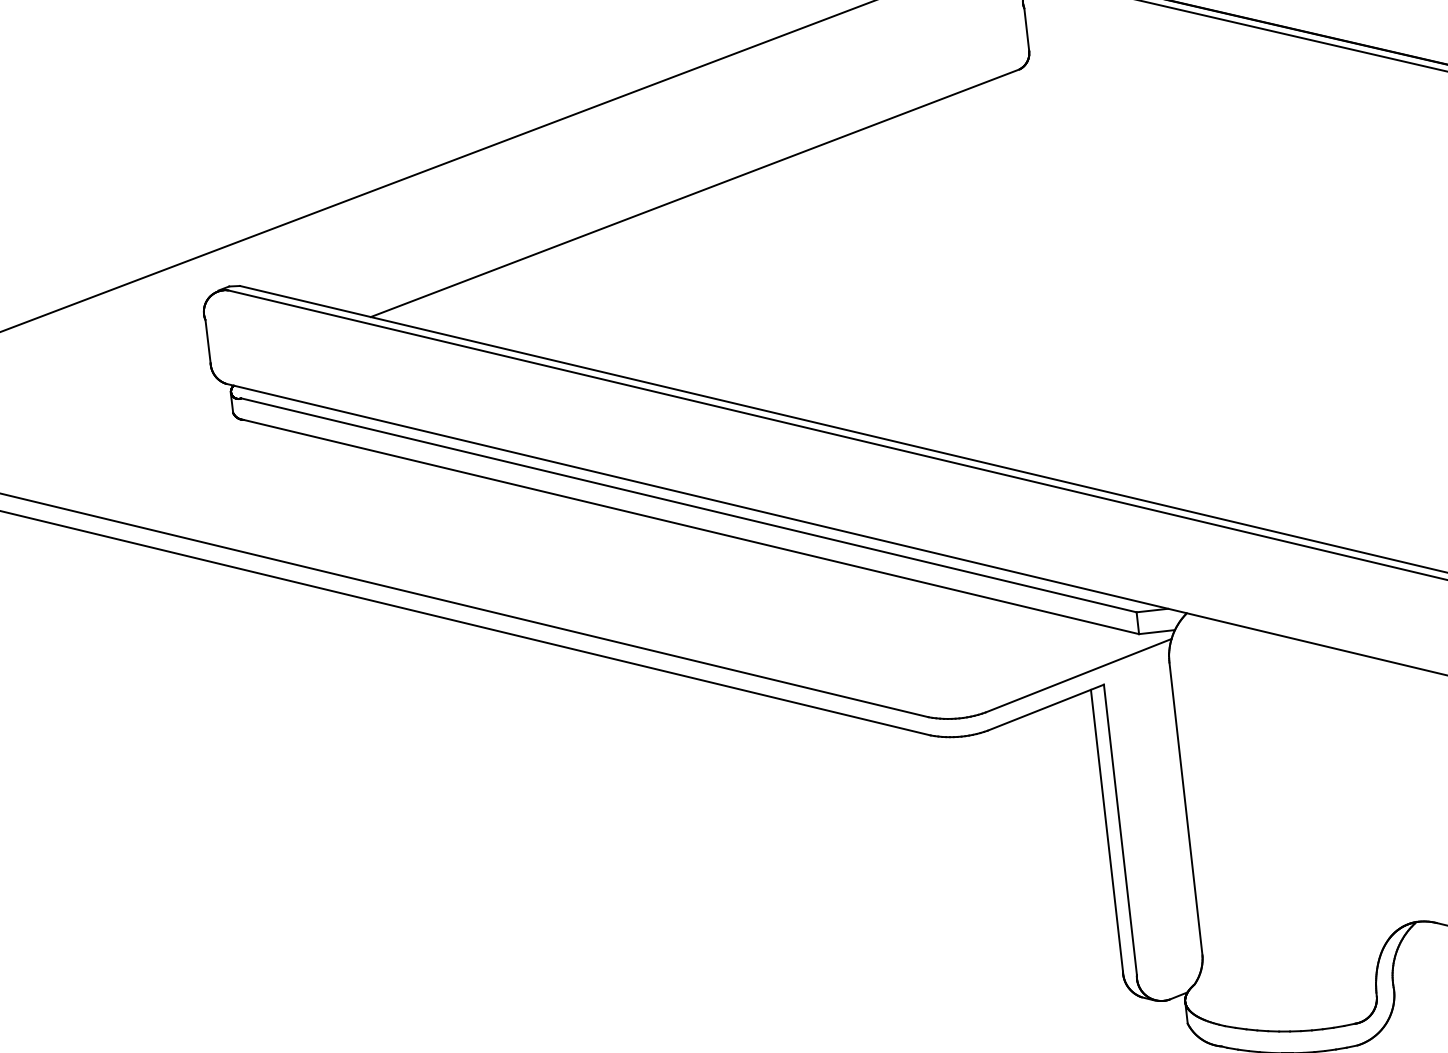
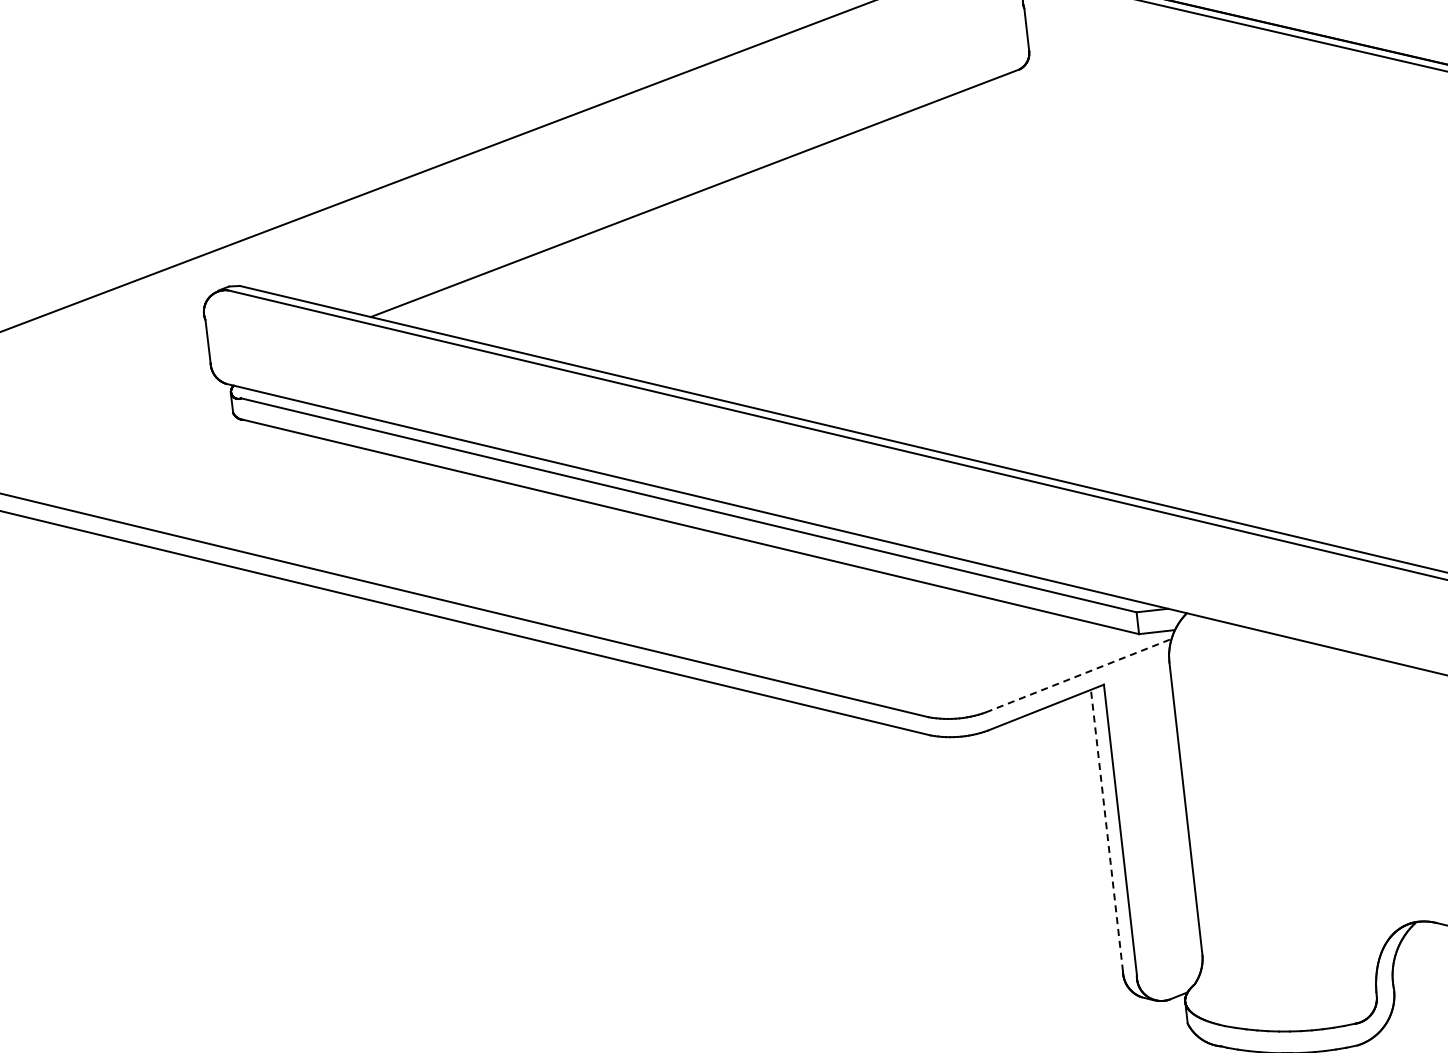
line at (1078, 675): solid -> dashed
line at (1106, 830): solid -> dashed
